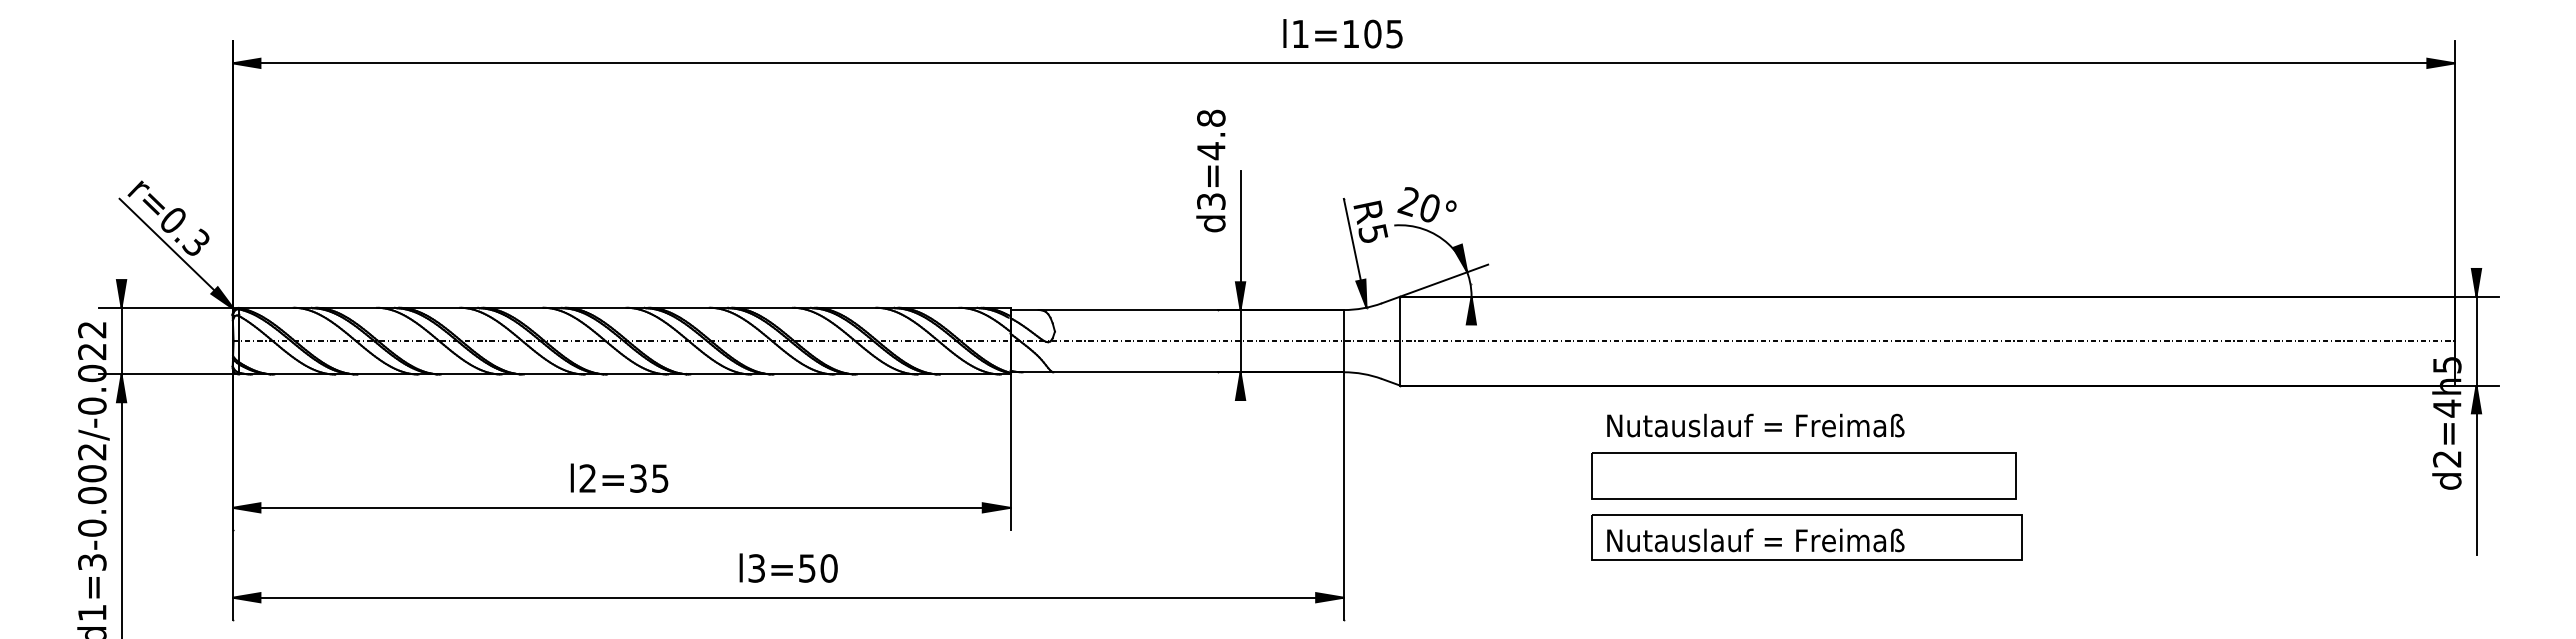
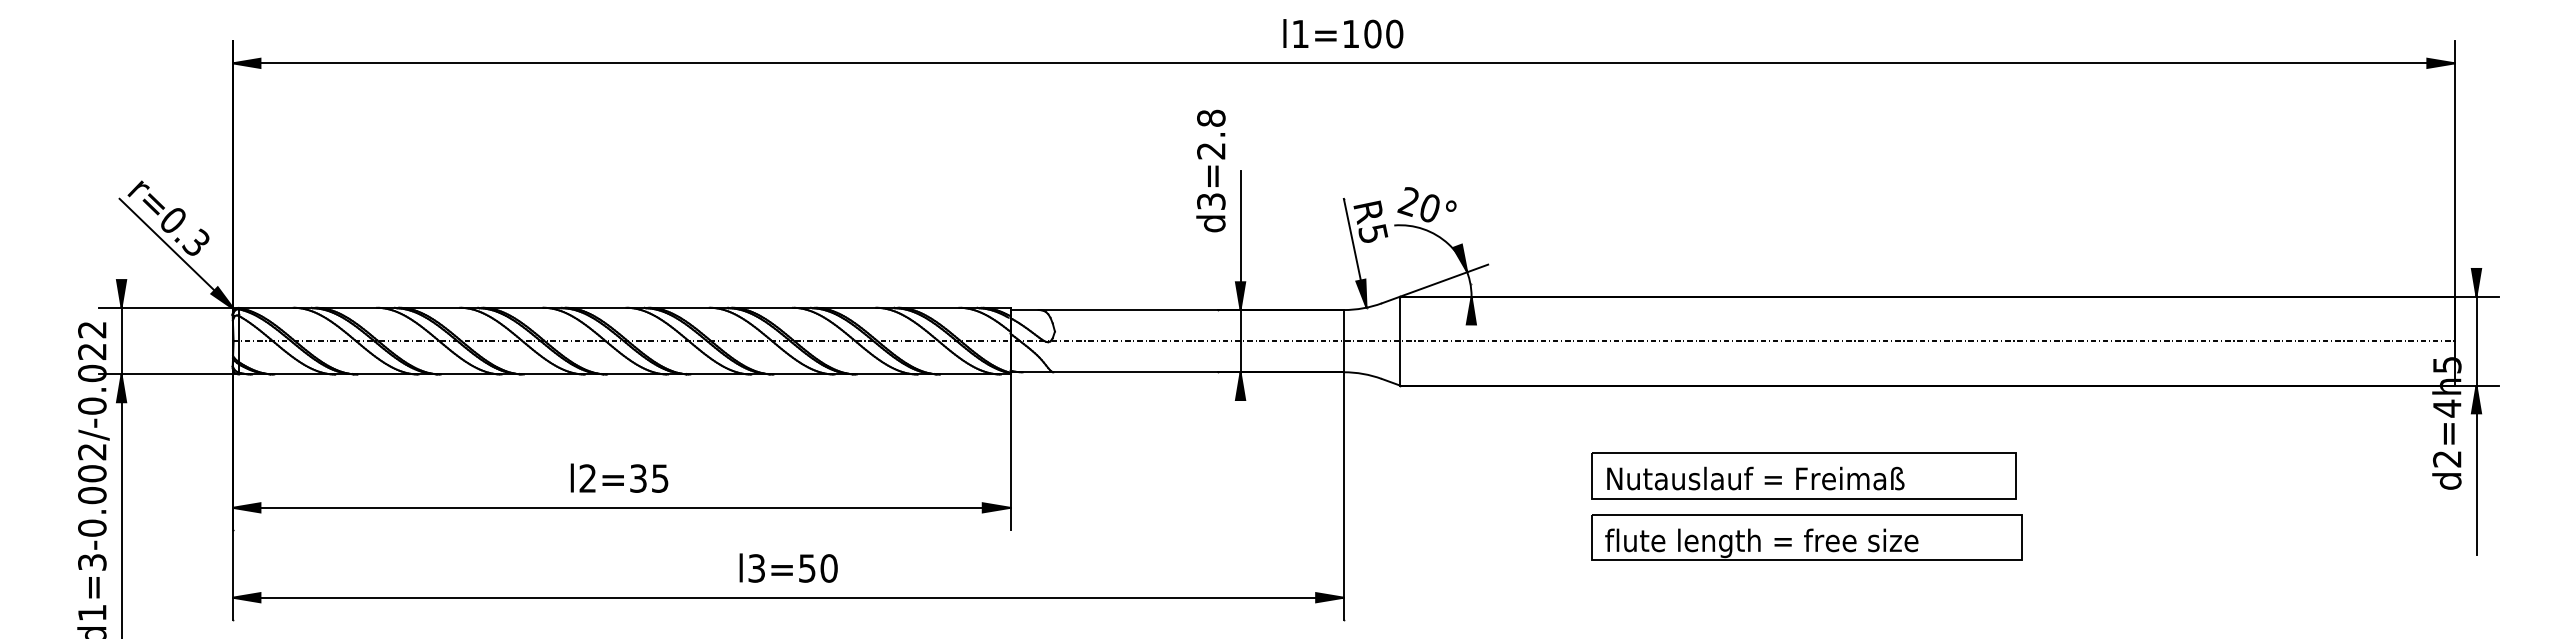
text at (1394, 33): l1=105 -> l1=100
text at (1211, 151): d3=4.8 -> d3=2.8
text at (1755, 425) position: (1755, 425) -> (1755, 478)
text at (1761, 543): Nutauslauf = Freimaß -> flute length = free size
